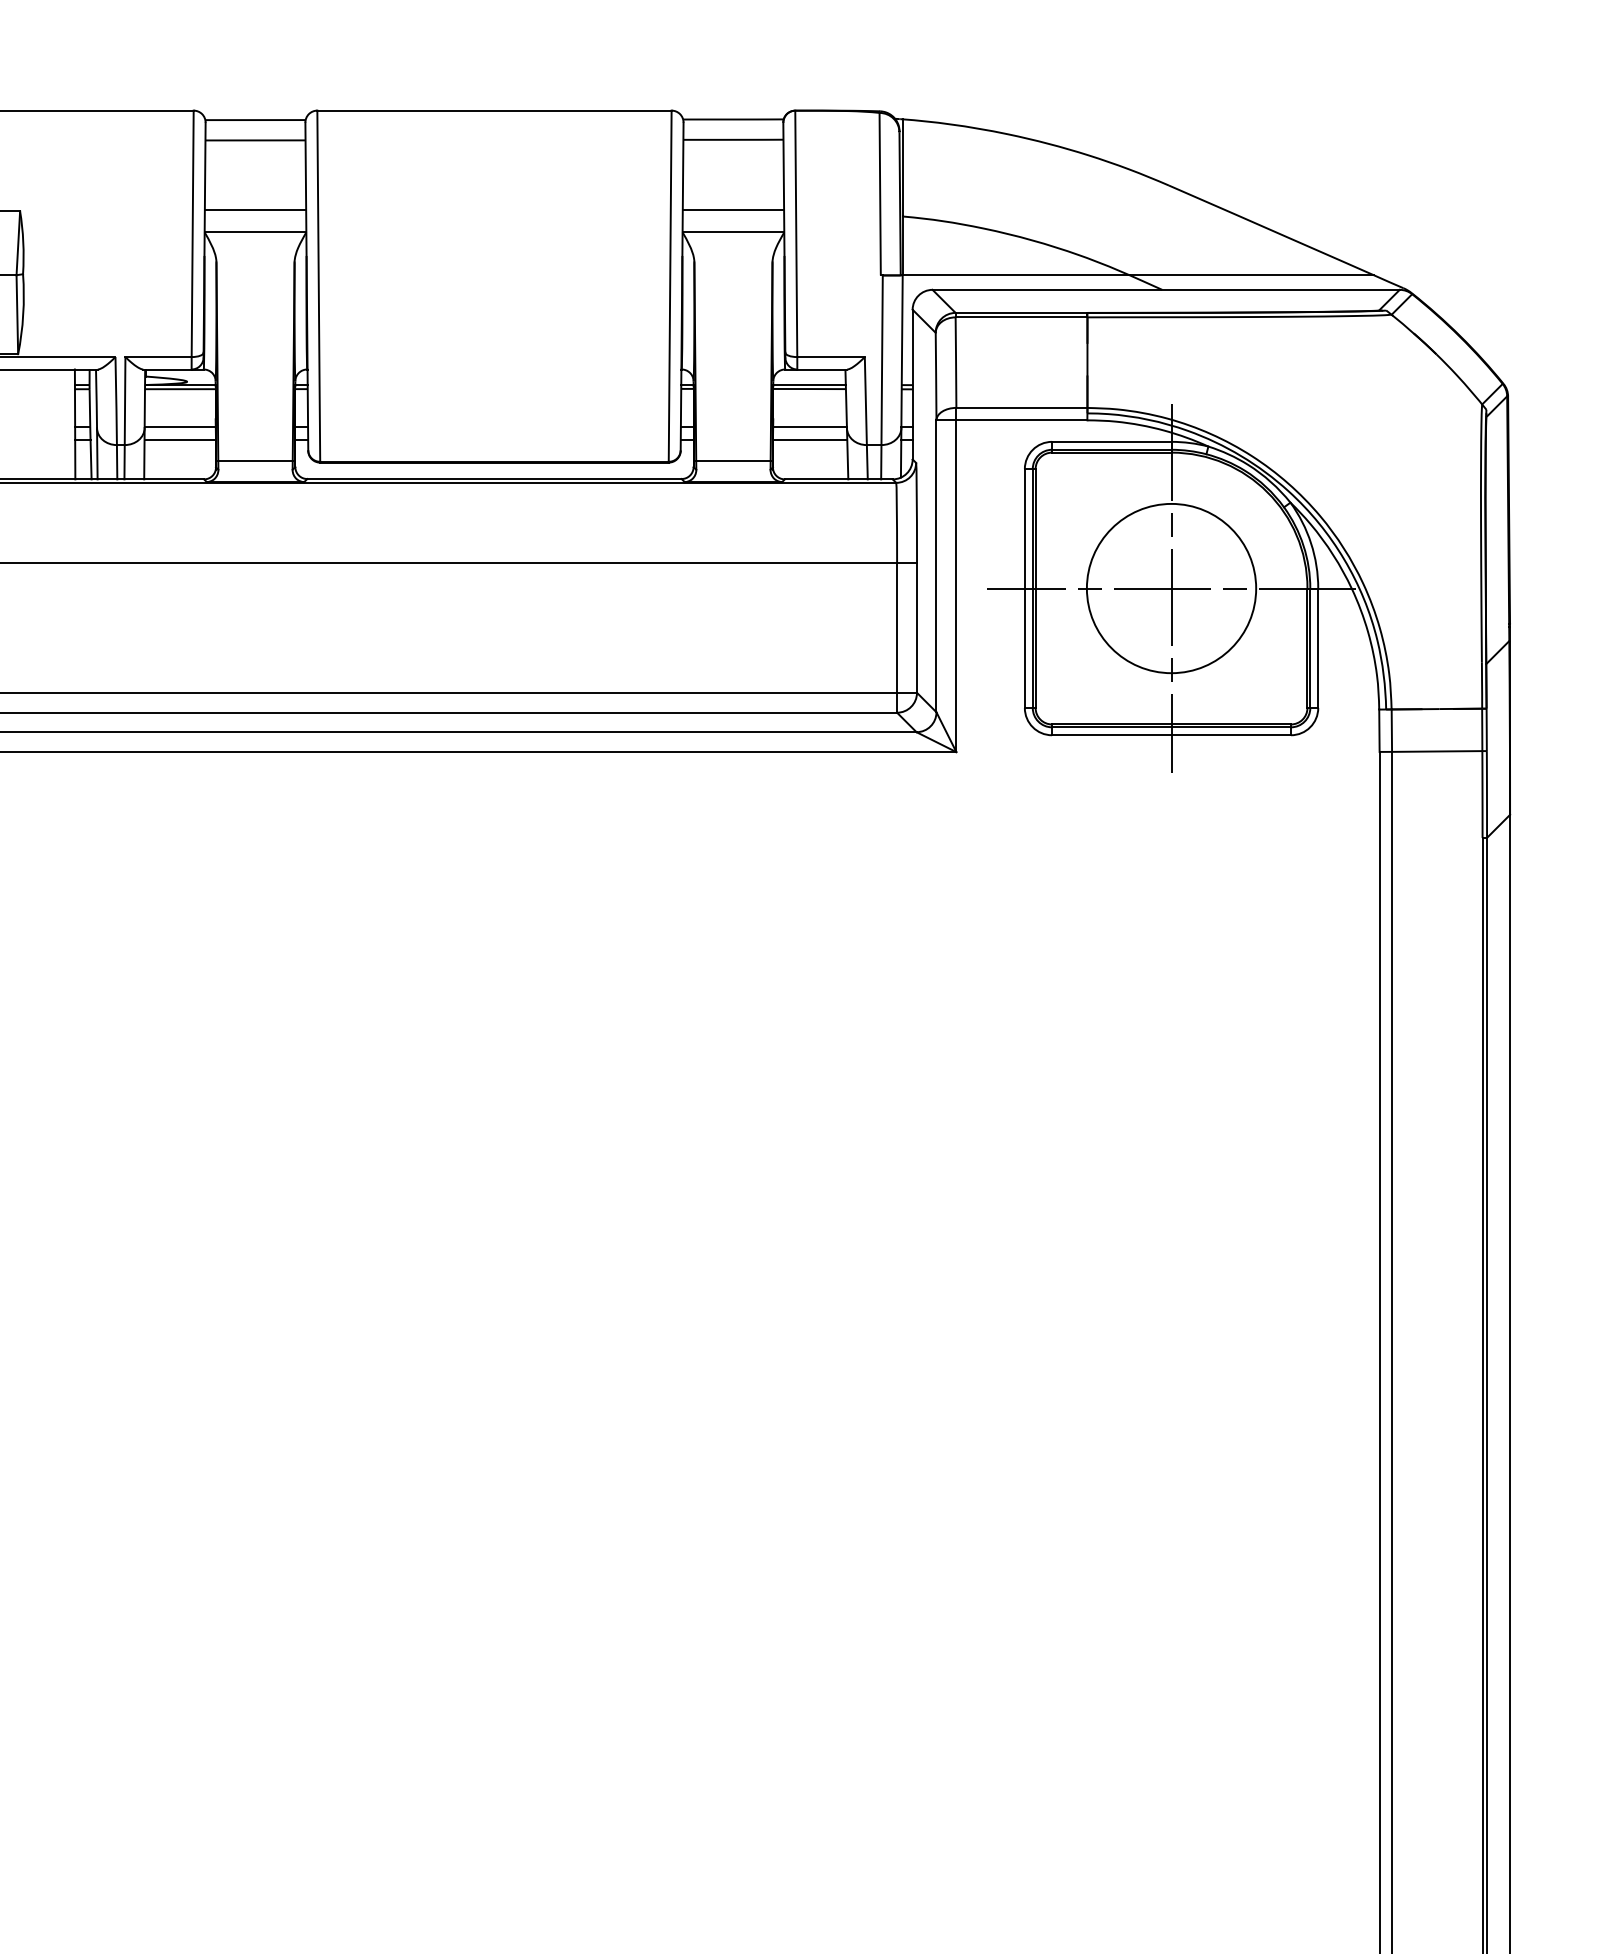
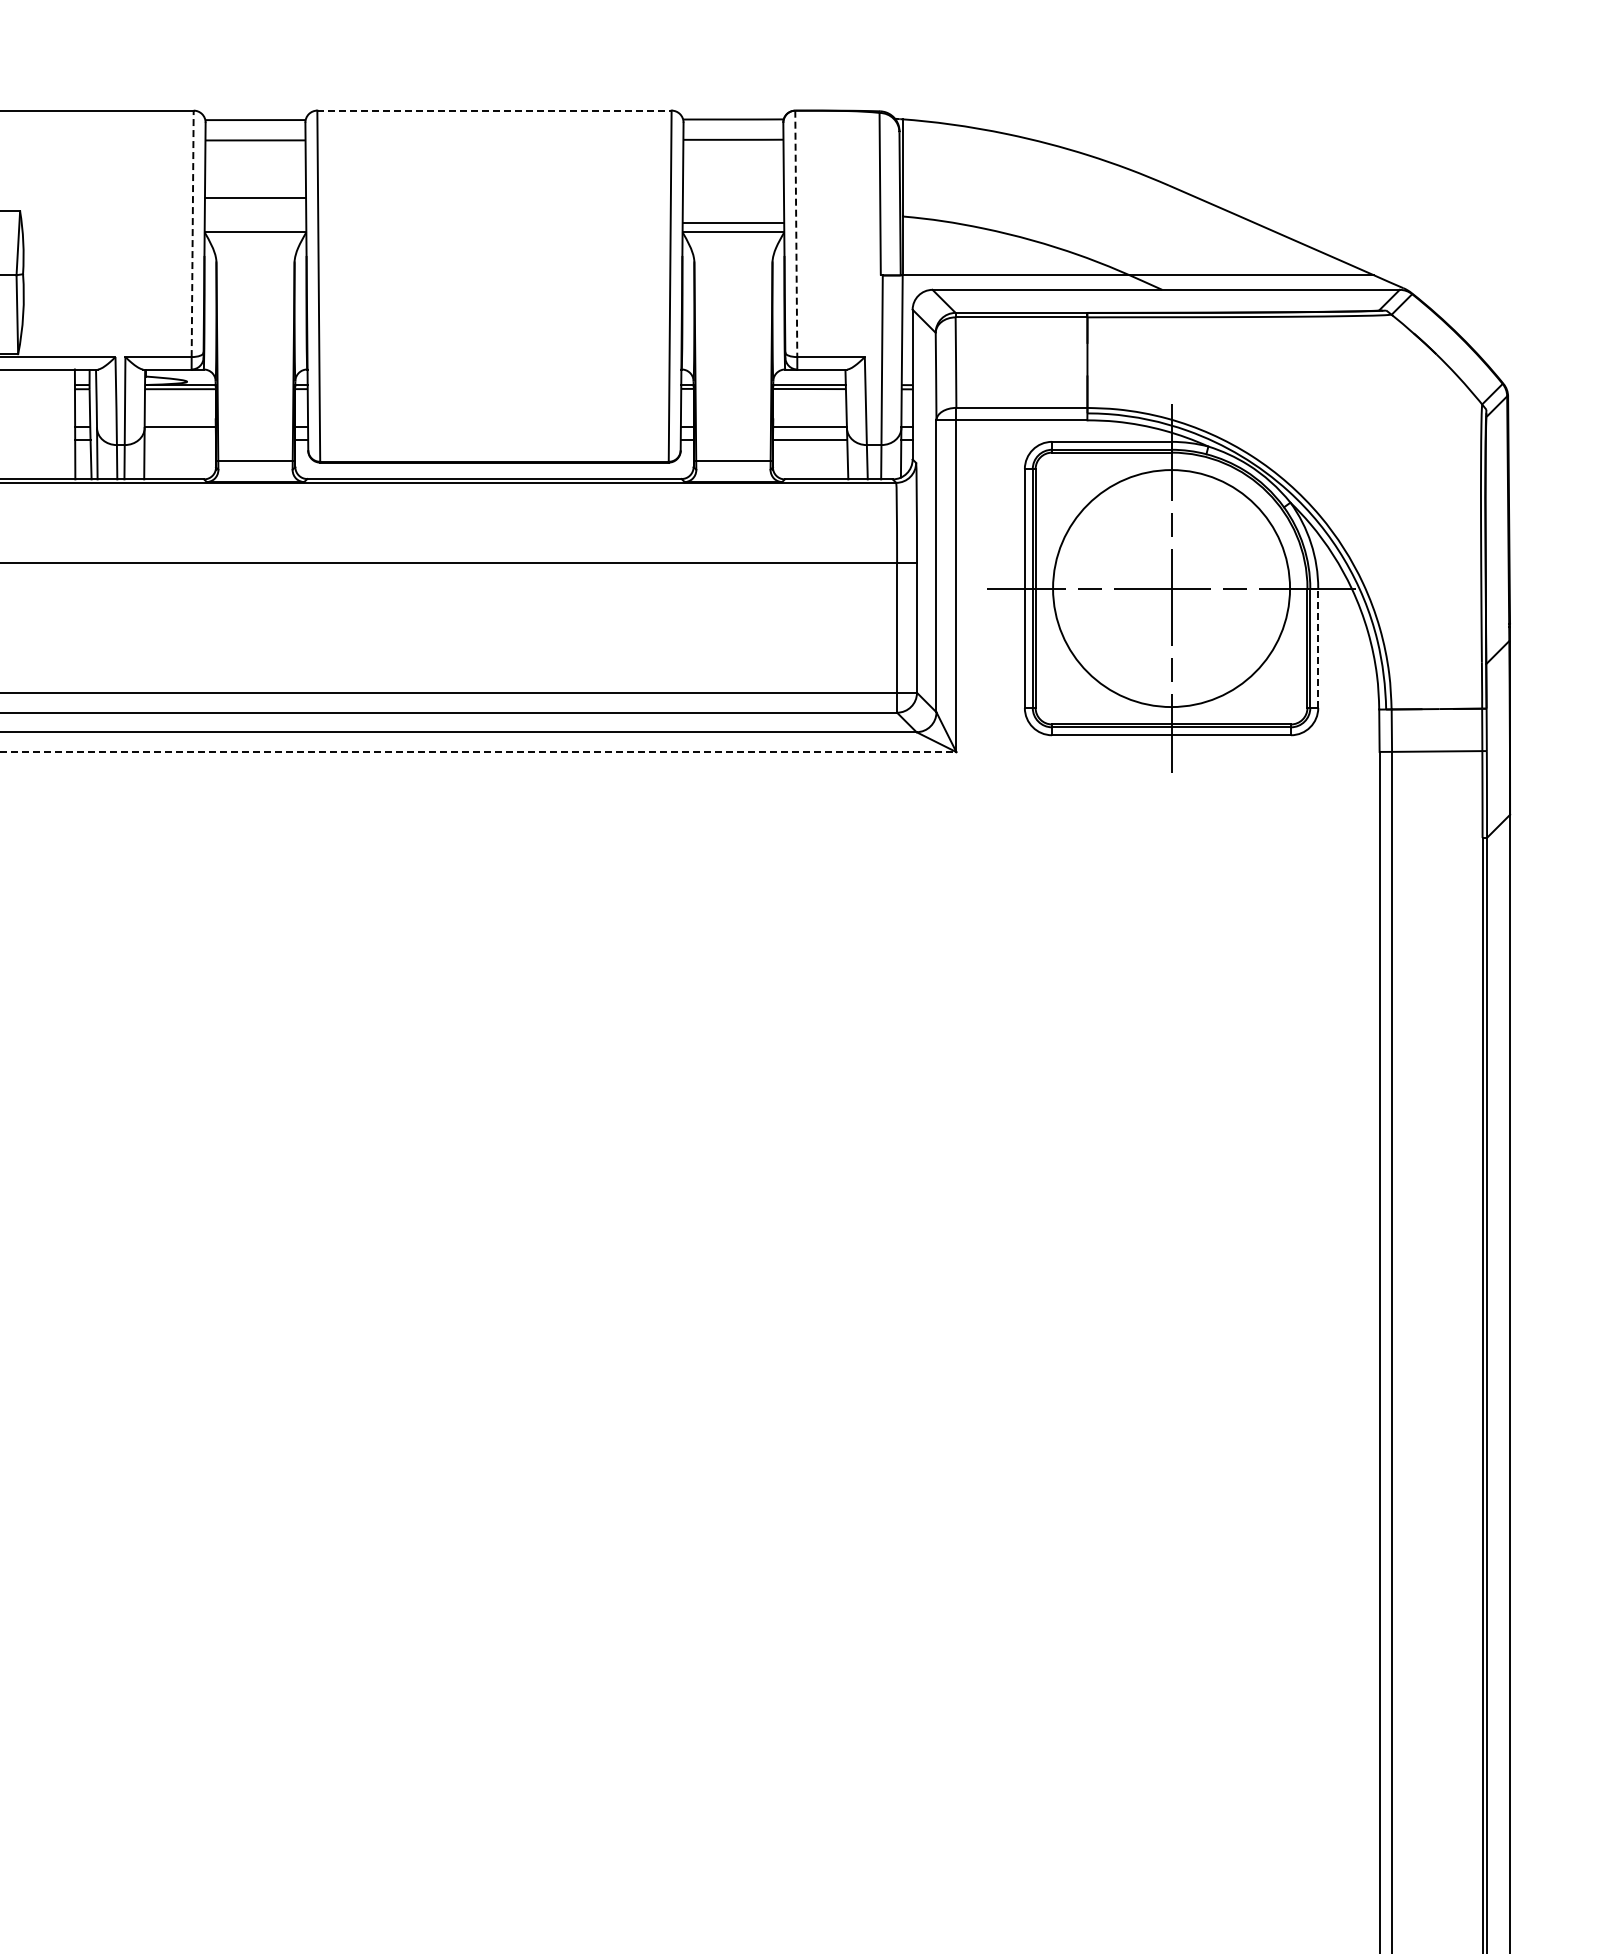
line at (494, 110): solid -> dashed
line at (255, 210) position: (255, 210) -> (255, 198)
line at (733, 210) position: (733, 210) -> (733, 223)
line at (192, 233): solid -> dashed
line at (796, 234): solid -> dashed
line at (179, 440): present -> none
circle at (1171, 588) diameter: 169 px -> 237 px
line at (1318, 648): solid -> dashed
line at (478, 752): solid -> dashed
